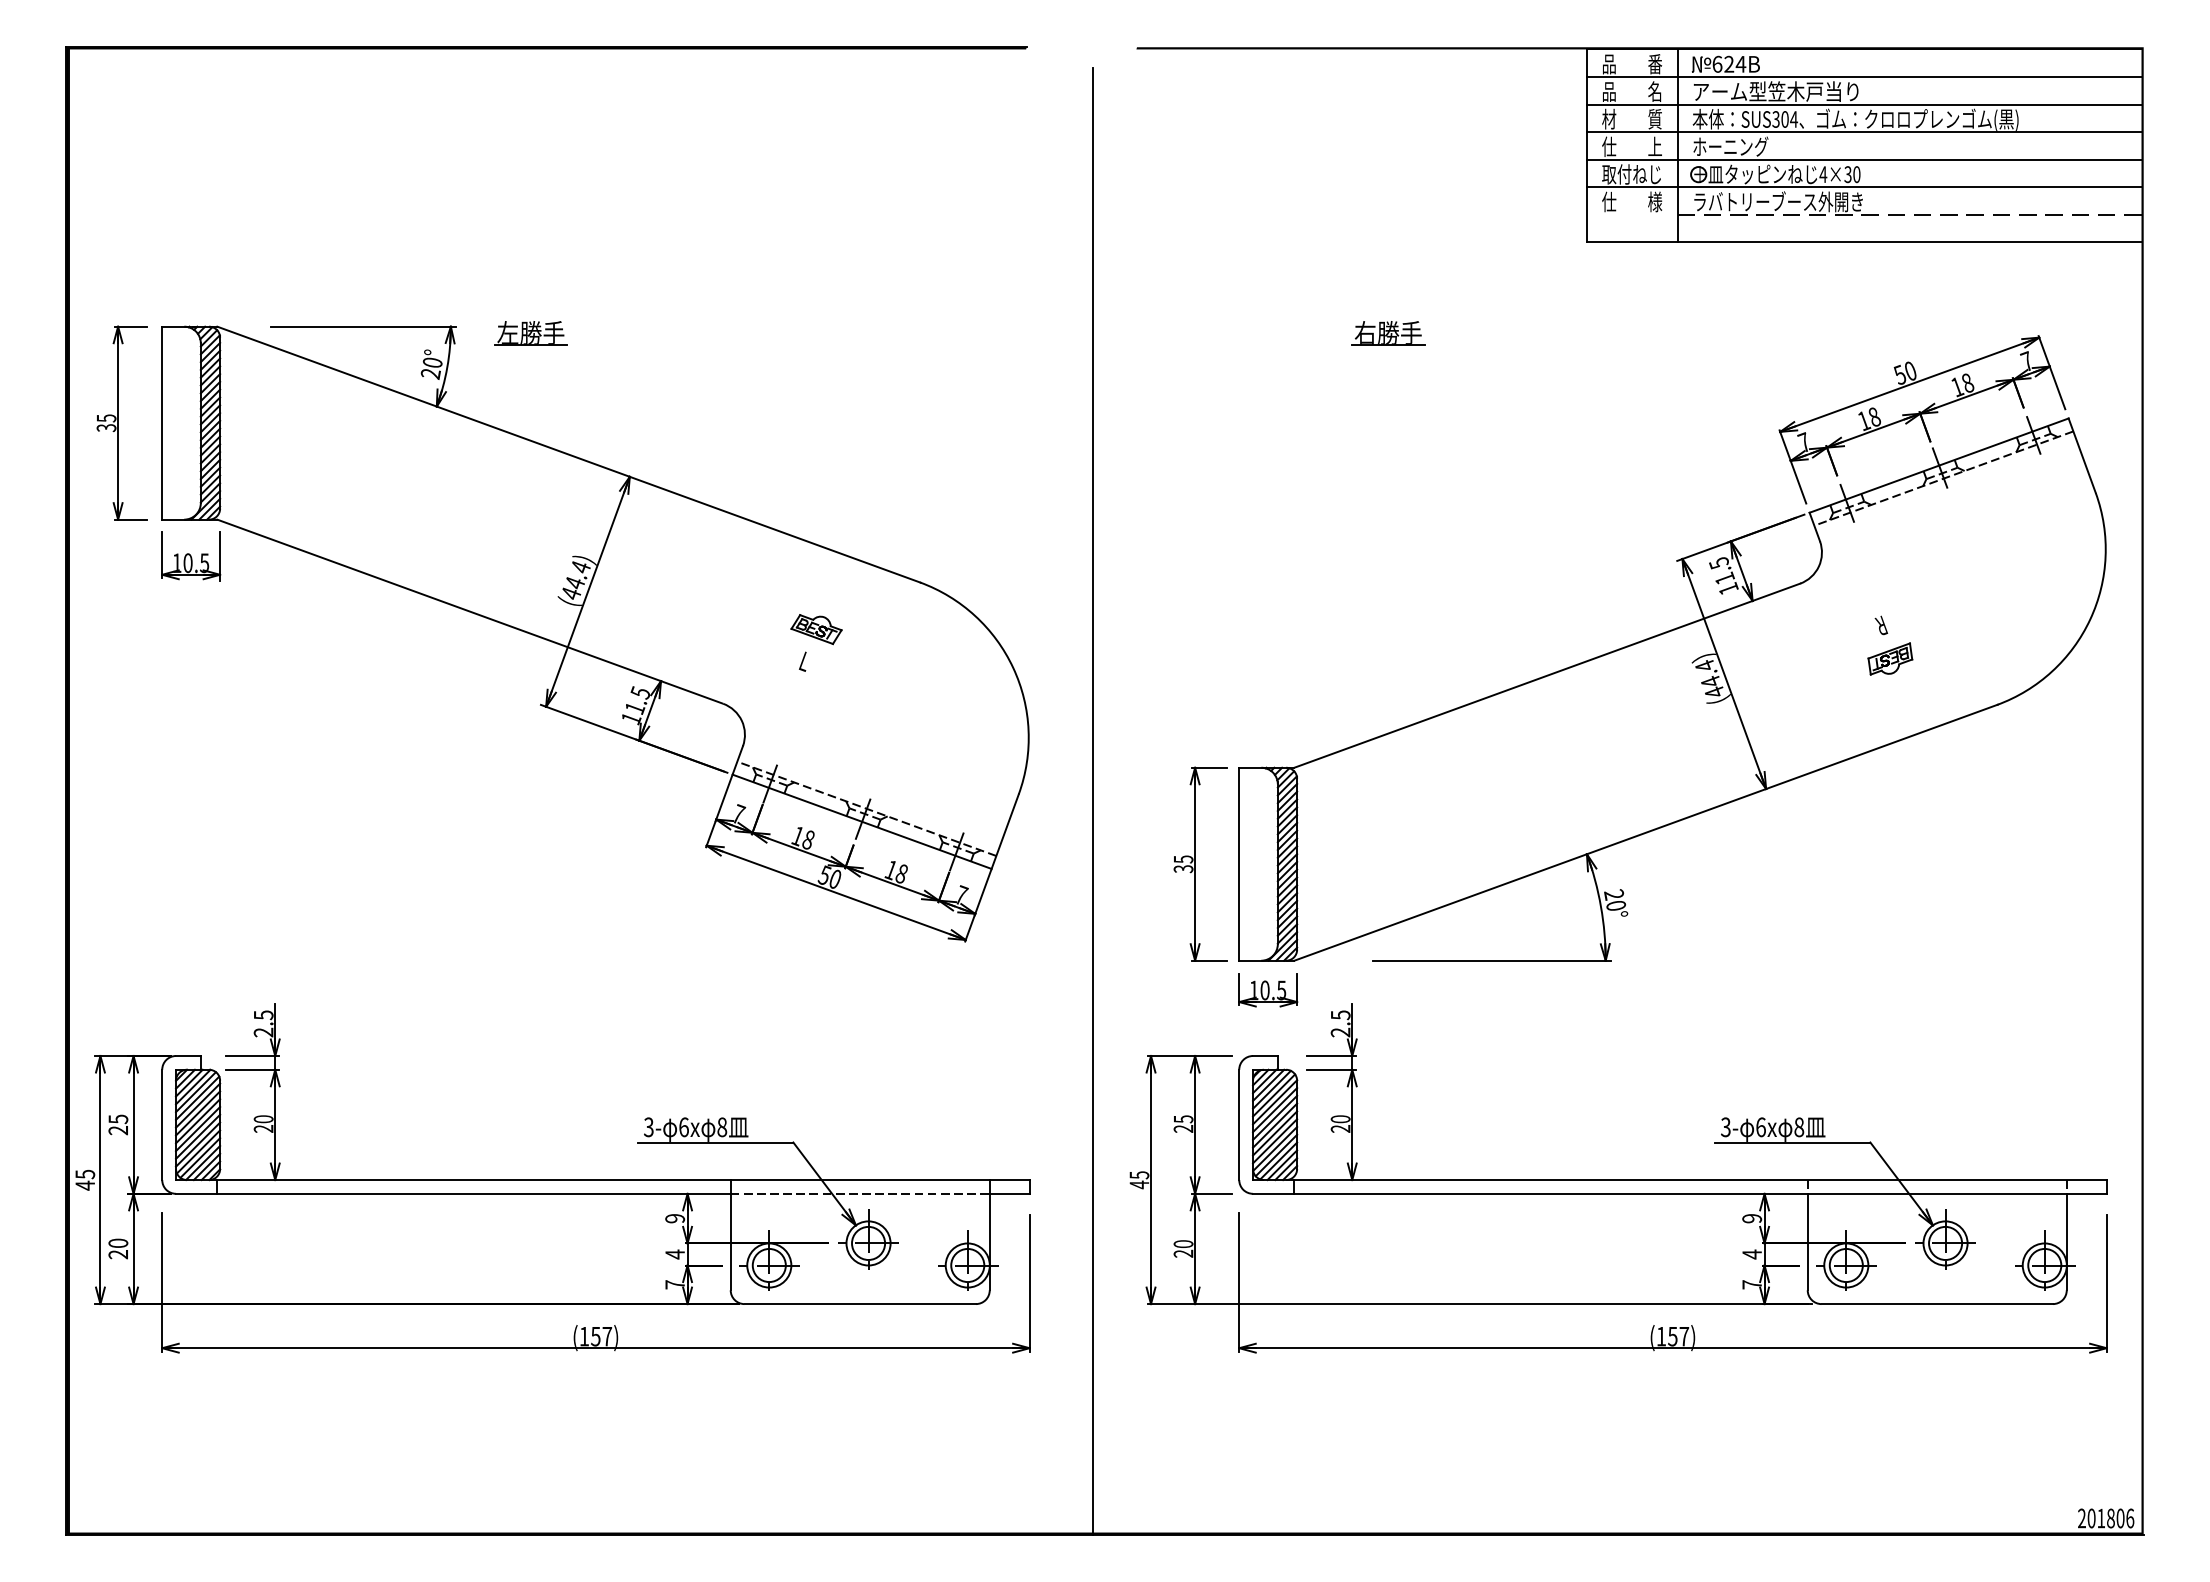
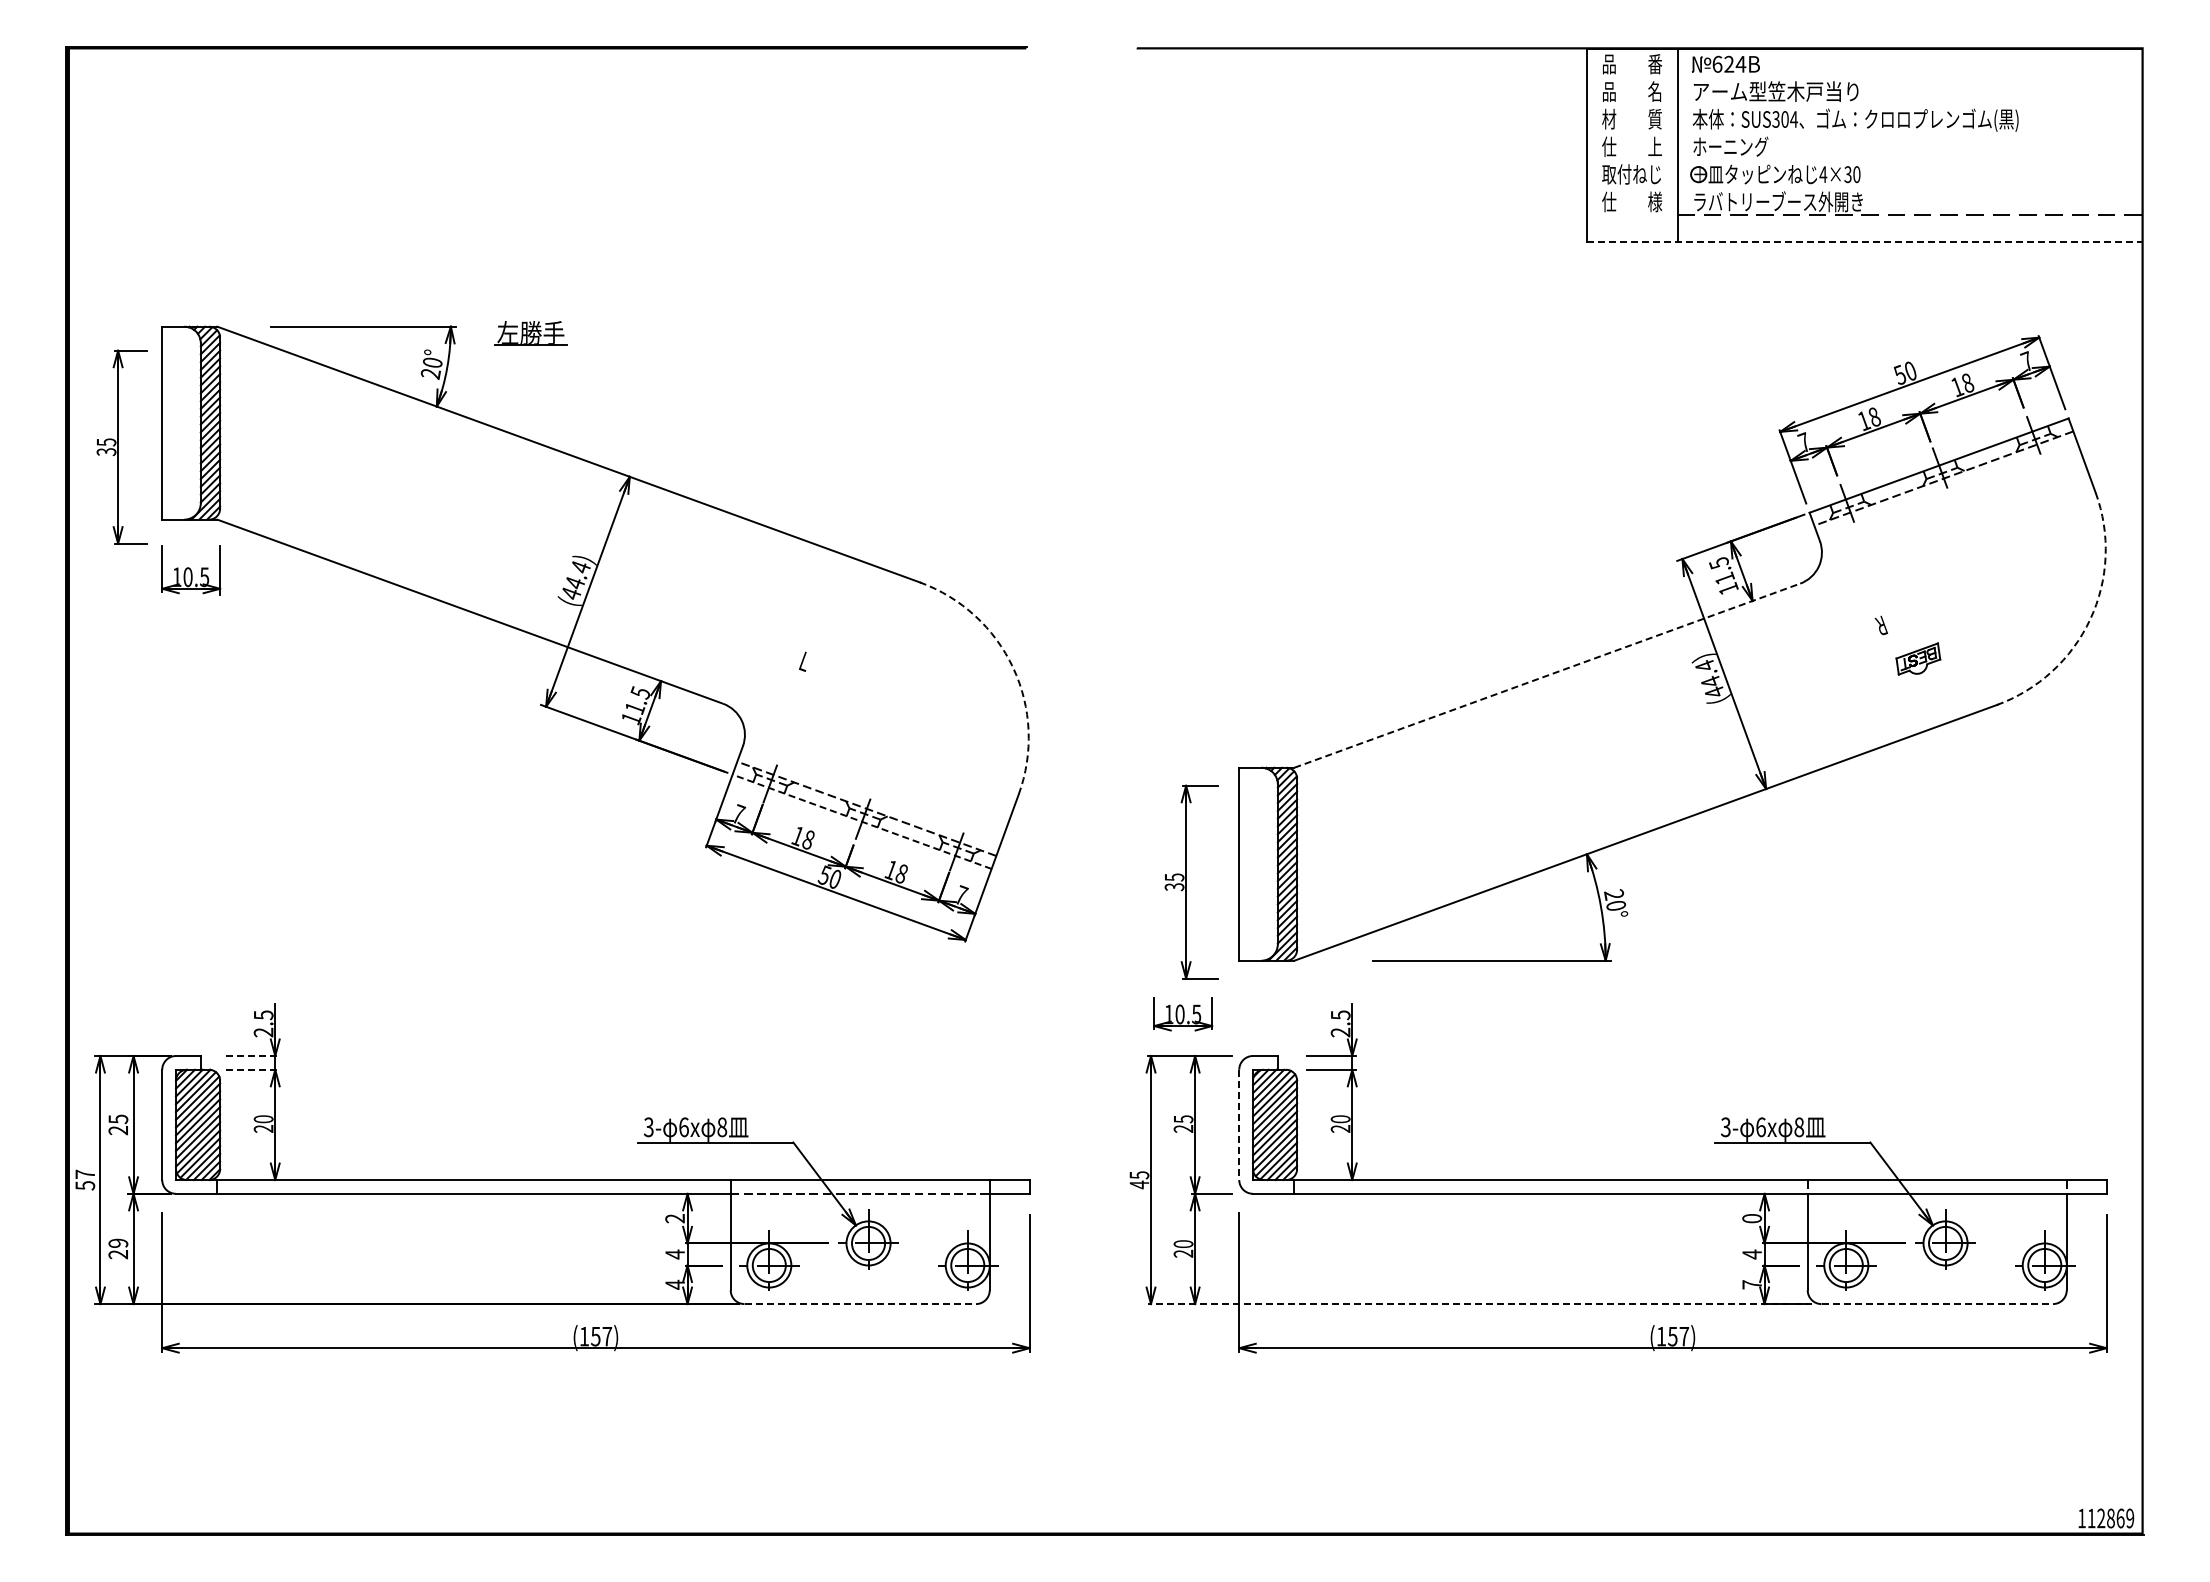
line at (1864, 77): present -> none
line at (1864, 104): present -> none
line at (1864, 132): present -> none
line at (1864, 159): present -> none
line at (1864, 187): present -> none
line at (1864, 242): solid -> dashed
part at (1388, 333): present -> none
part at (121, 422) position: (121, 422) -> (121, 446)
part at (191, 556) position: (191, 556) -> (191, 570)
arc at (2090, 619): solid -> dashed
part at (816, 629): present -> none
part at (1890, 658) position: (1890, 658) -> (1918, 658)
arc at (1013, 667): solid -> dashed
line at (1547, 675): solid -> dashed
line at (1092, 800): present -> none
line at (862, 821): solid -> dashed
part at (1200, 863) position: (1200, 863) -> (1191, 881)
part at (1268, 990) position: (1268, 990) -> (1183, 1014)
line at (253, 1056): solid -> dashed
line at (253, 1069): solid -> dashed
line at (1239, 1125): solid -> dashed
text at (85, 1179): 45 -> 57
text at (675, 1218): 9 -> 2
text at (1751, 1218): 9 -> 0
text at (118, 1242): 20 -> 29
text at (674, 1284): 7 -> 4
line at (860, 1304): solid -> dashed
line at (1479, 1304): solid -> dashed
line at (1937, 1304): solid -> dashed
text at (2106, 1518): 201806 -> 112869
